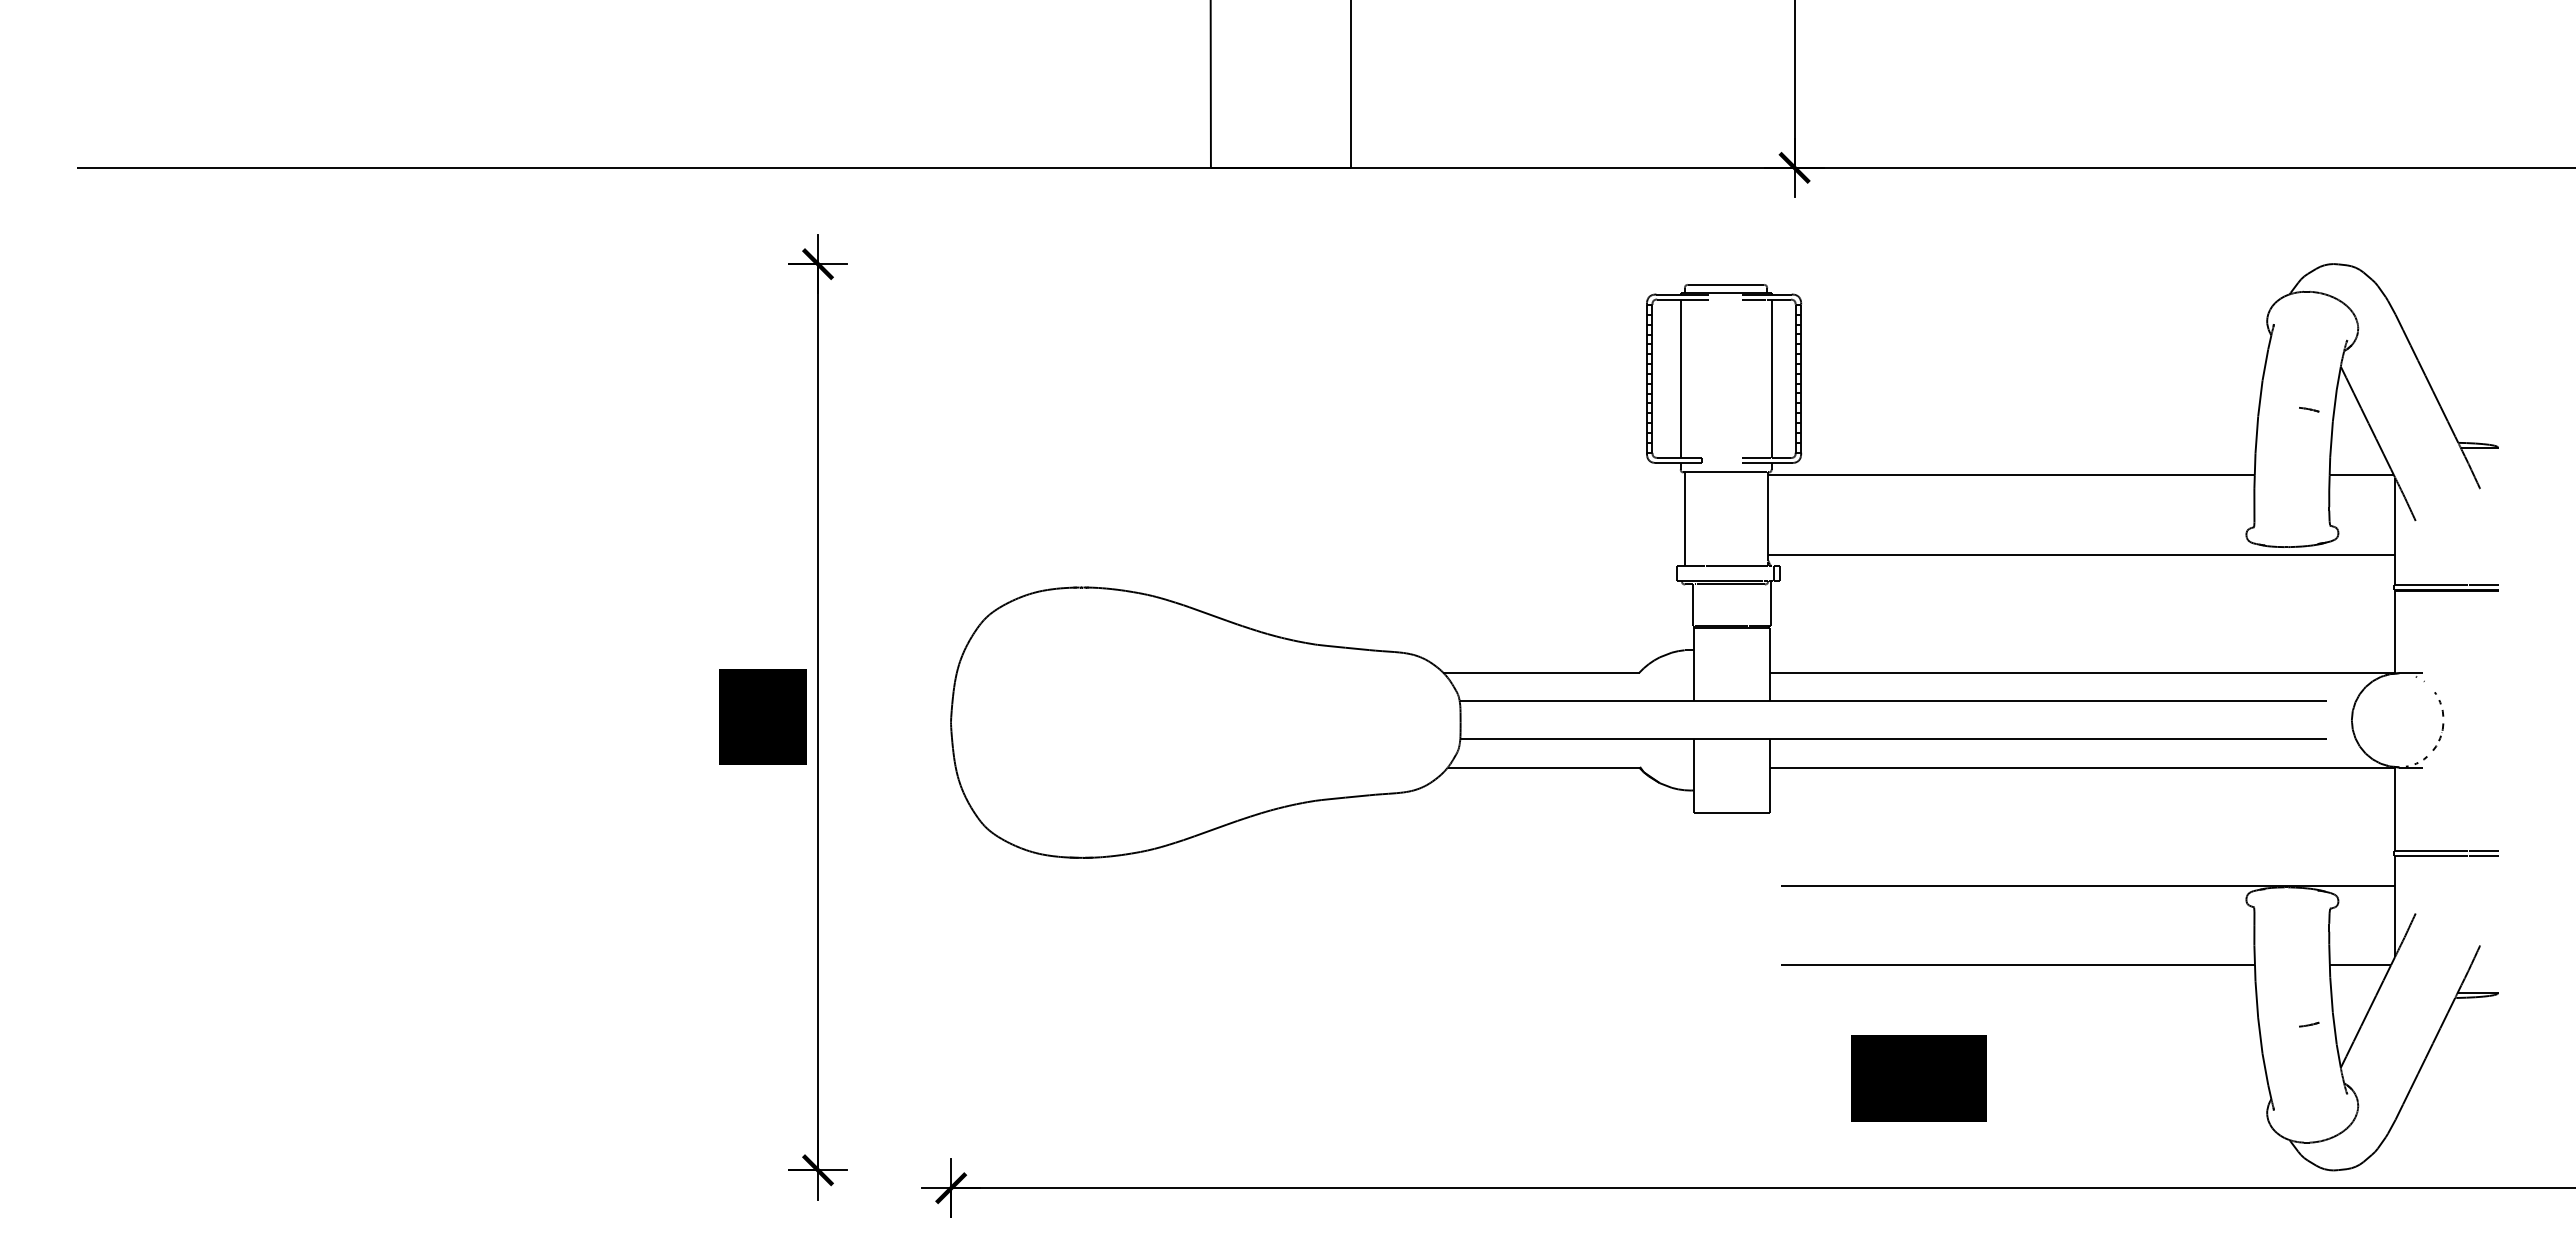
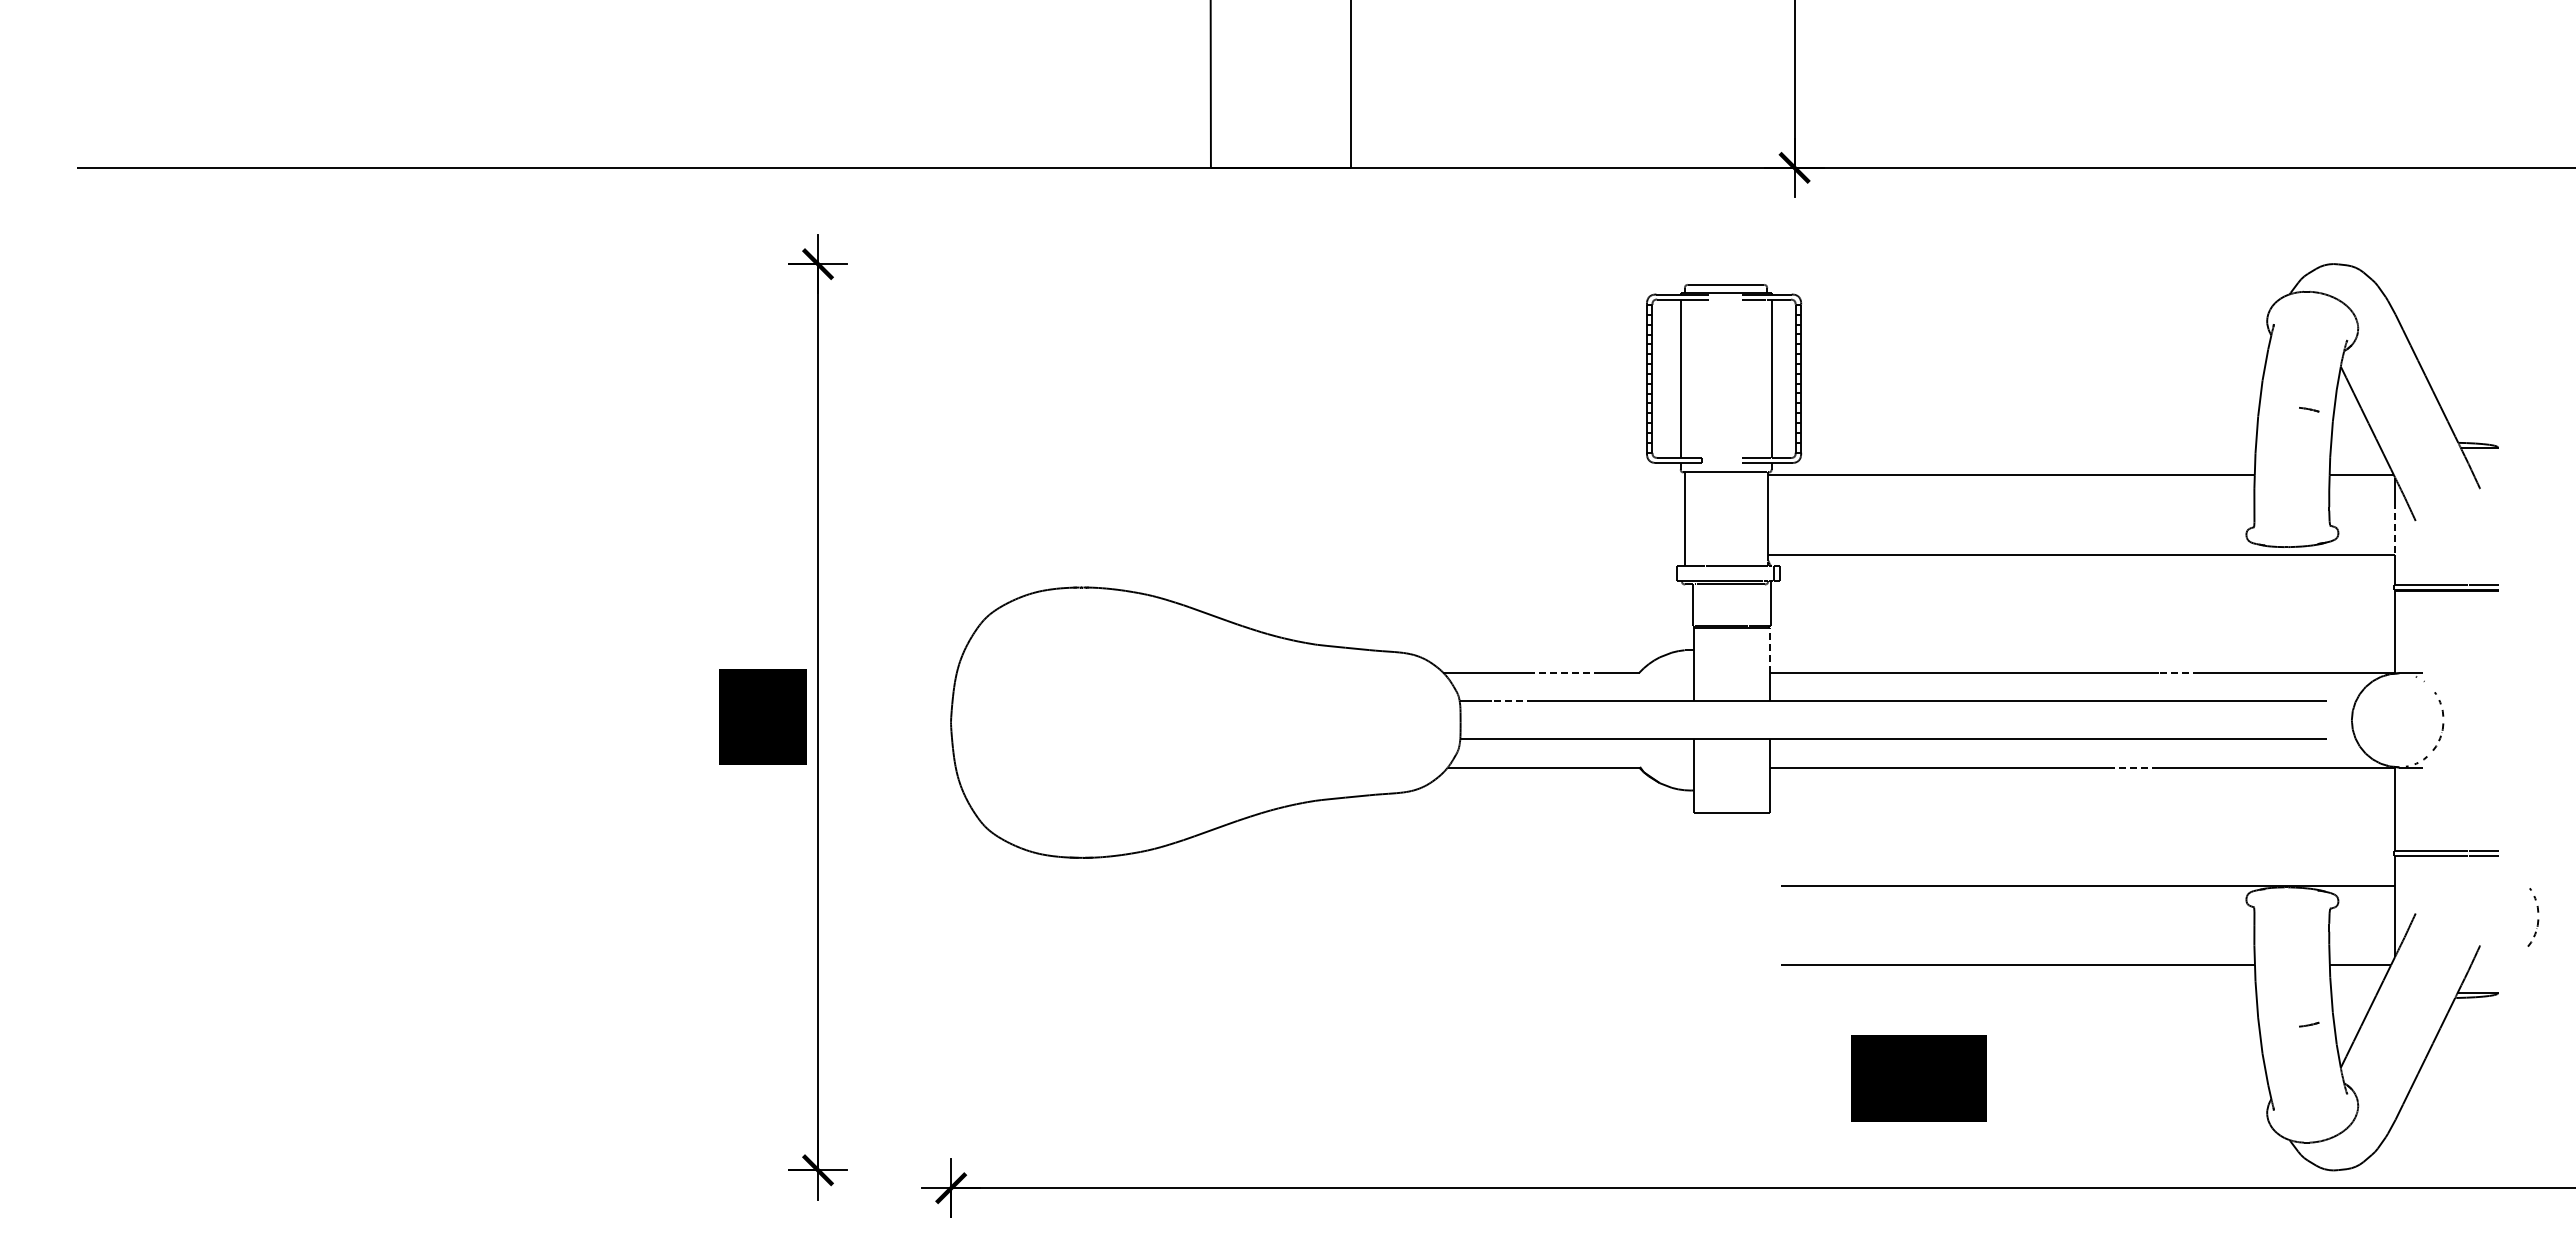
line at (2395, 528): solid -> dashed
line at (1770, 650): solid -> dashed
line at (1566, 672): solid -> dashed
line at (2179, 672): solid -> dashed
line at (1513, 700): solid -> dashed
line at (2134, 767): solid -> dashed
part at (2533, 917): none -> present
